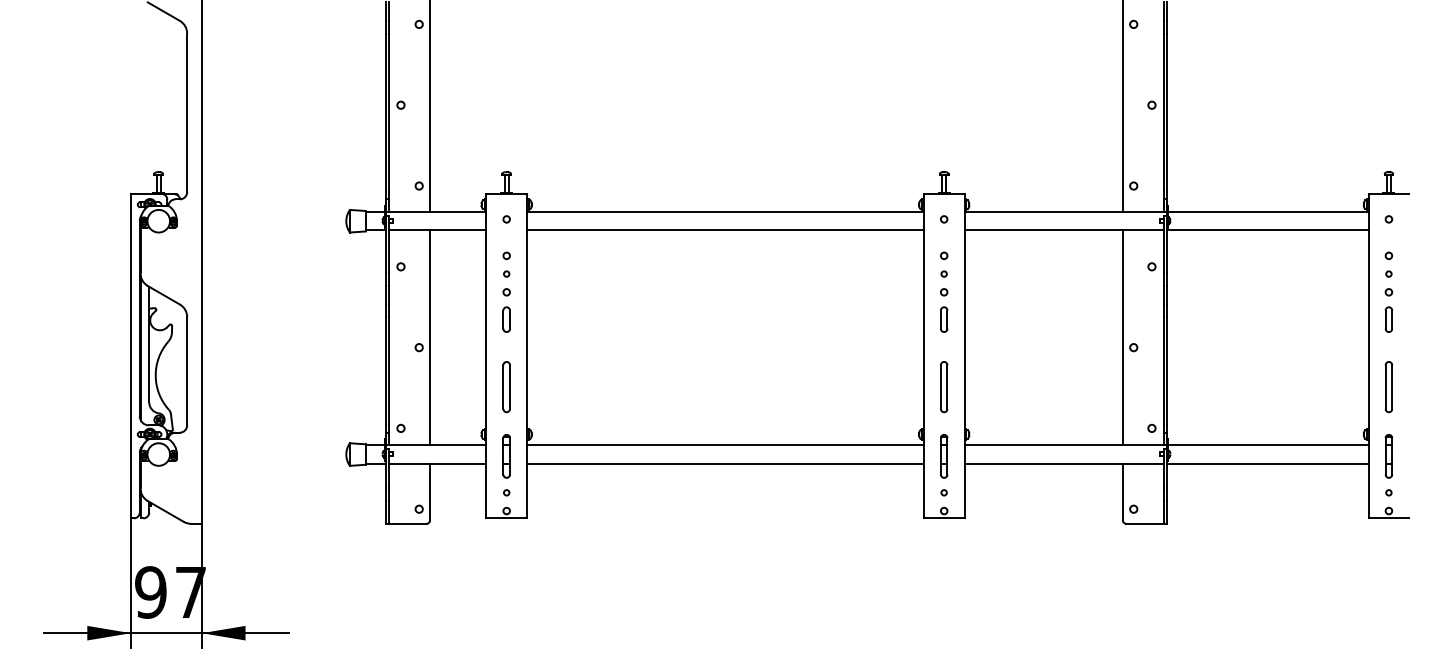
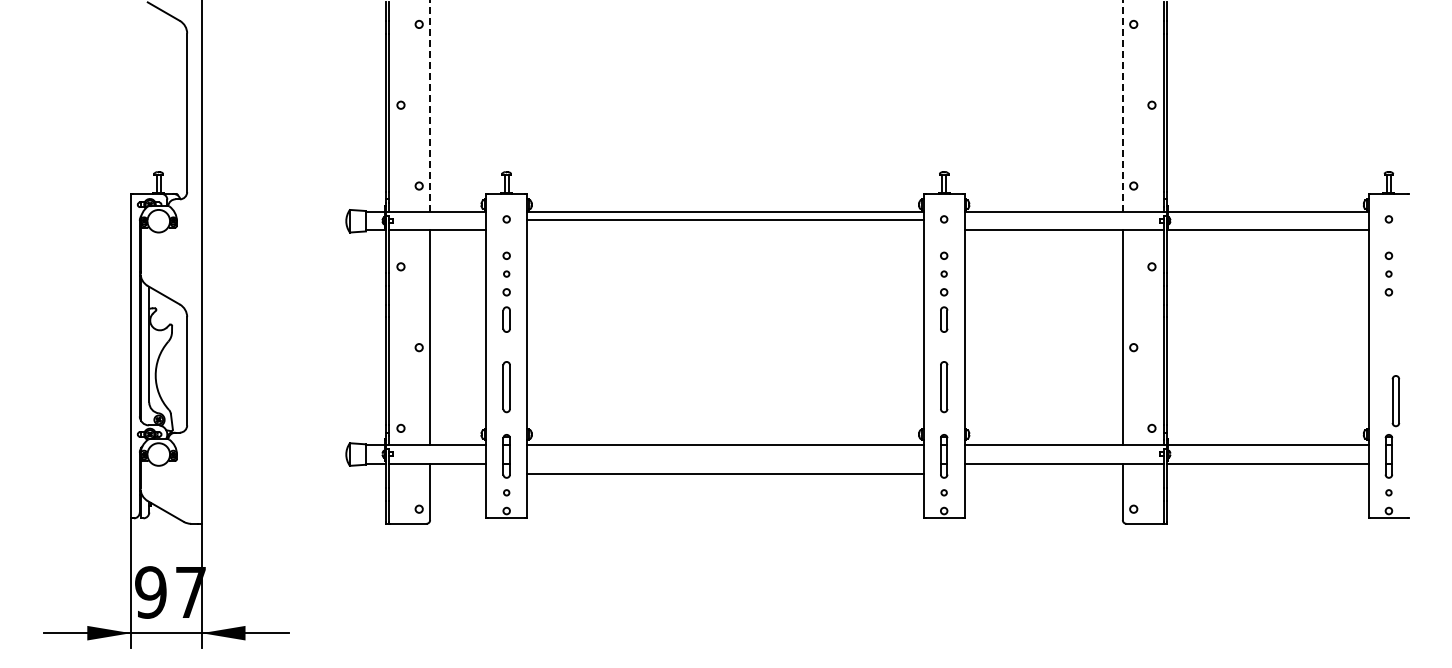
line at (430, 106): solid -> dashed
line at (1122, 106): solid -> dashed
line at (725, 230) position: (725, 230) -> (725, 220)
part at (1388, 319): present -> none
part at (1388, 387) position: (1388, 387) -> (1395, 401)
line at (725, 463) position: (725, 463) -> (725, 473)
